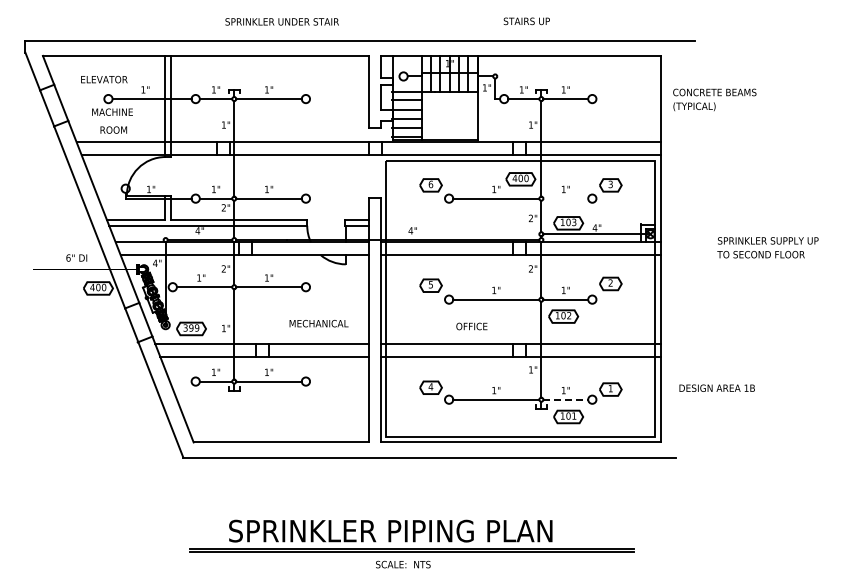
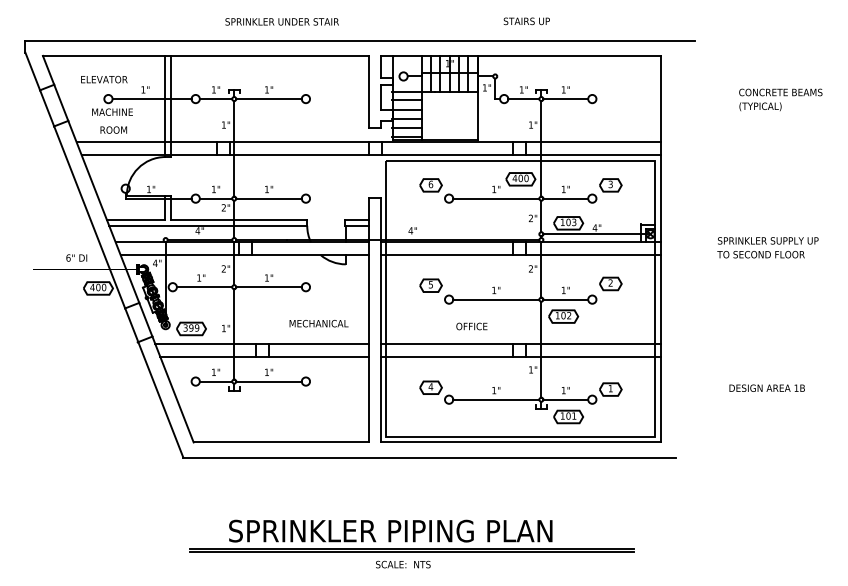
text at (714, 99) position: (714, 99) -> (780, 99)
line at (565, 198): none -> present
text at (716, 387) position: (716, 387) -> (766, 387)
line at (566, 399): dashed -> solid
